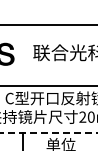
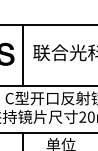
line at (22, 54): none -> present
line at (49, 133): dashed -> solid
